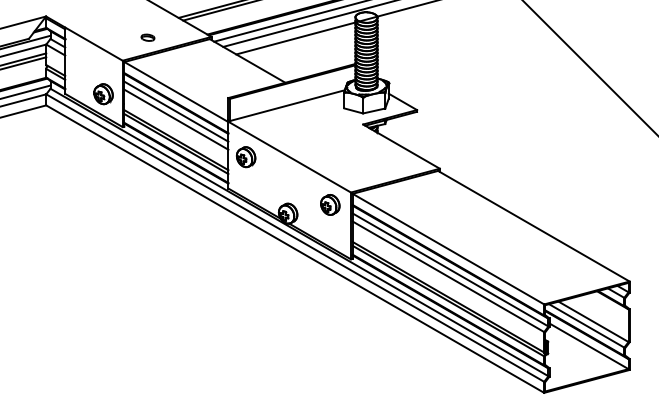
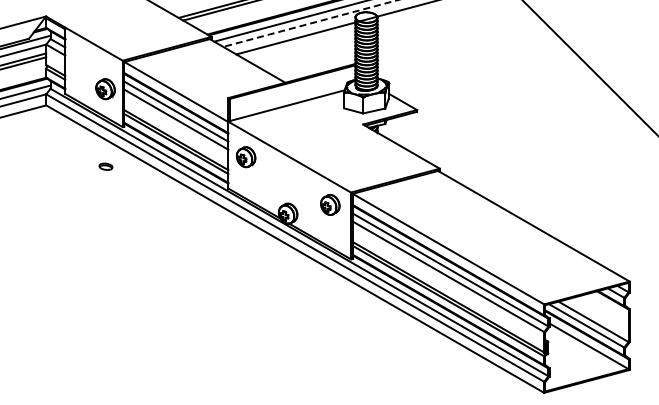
line at (310, 23): solid -> dashed
part at (147, 37) position: (147, 37) -> (105, 166)
part at (103, 94) position: (103, 94) -> (105, 89)
